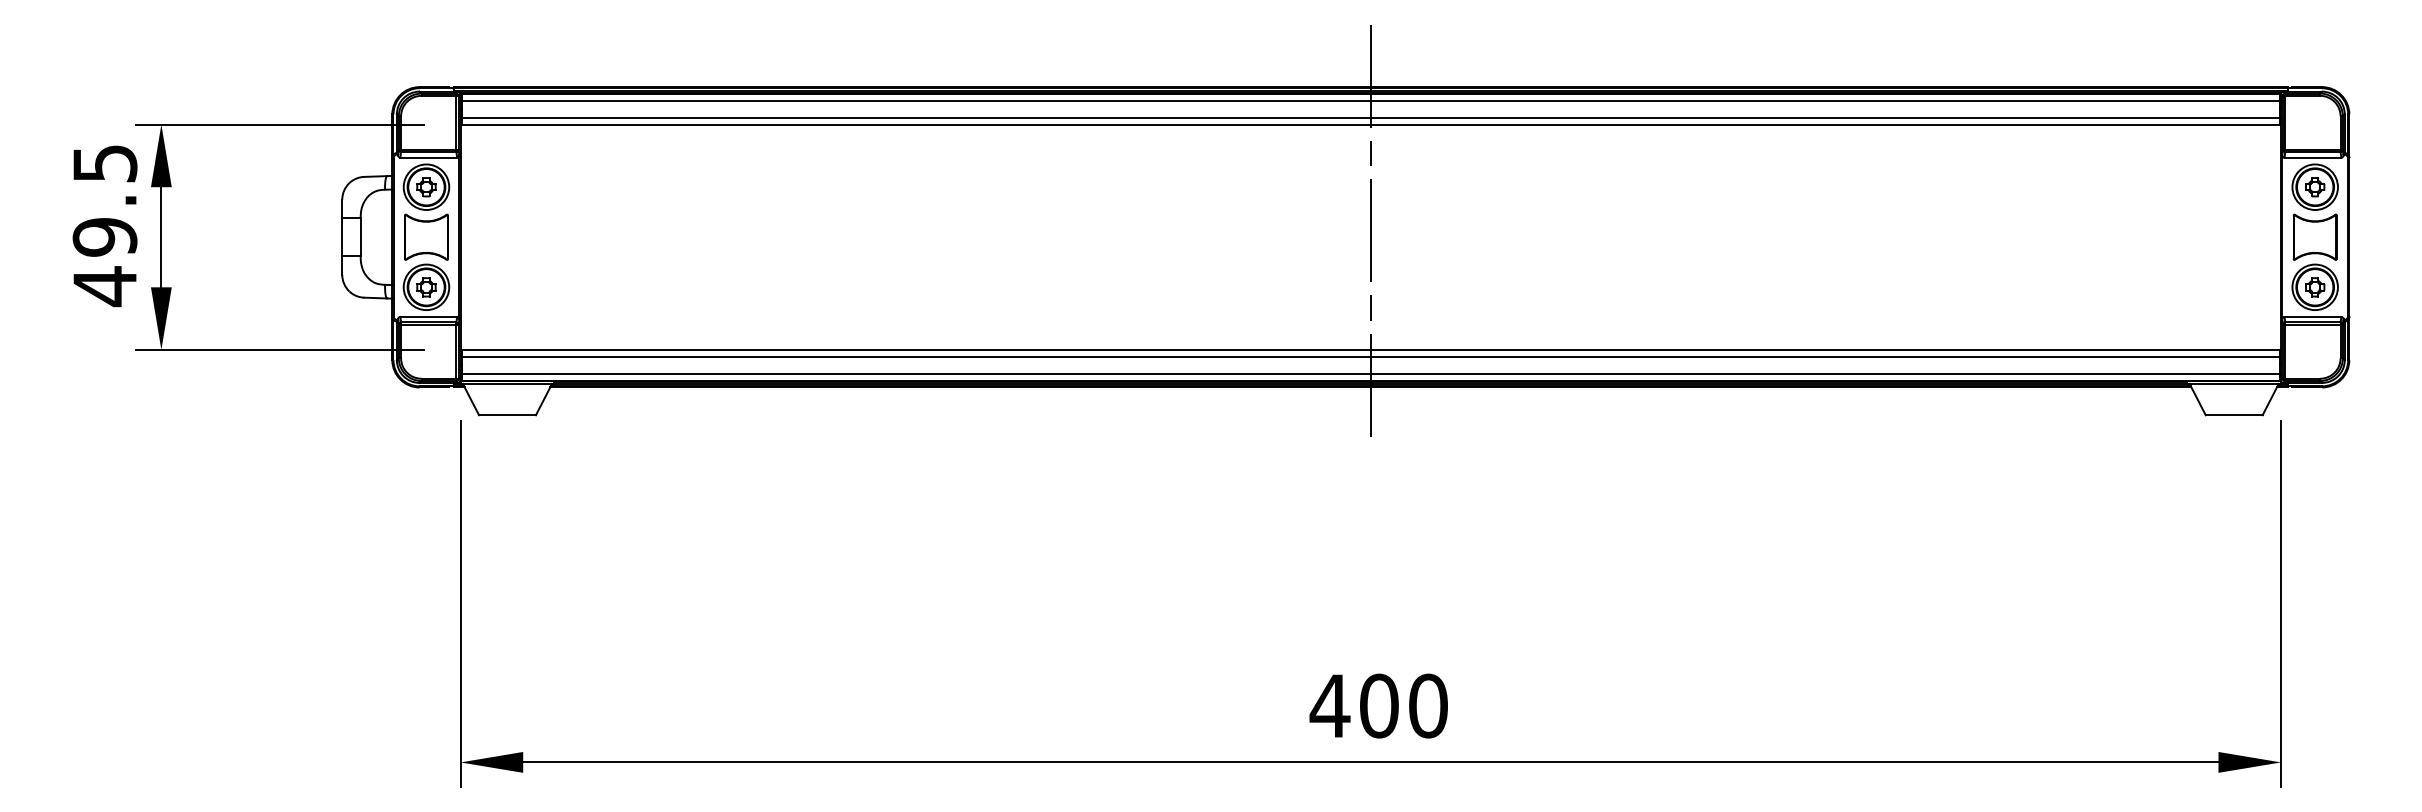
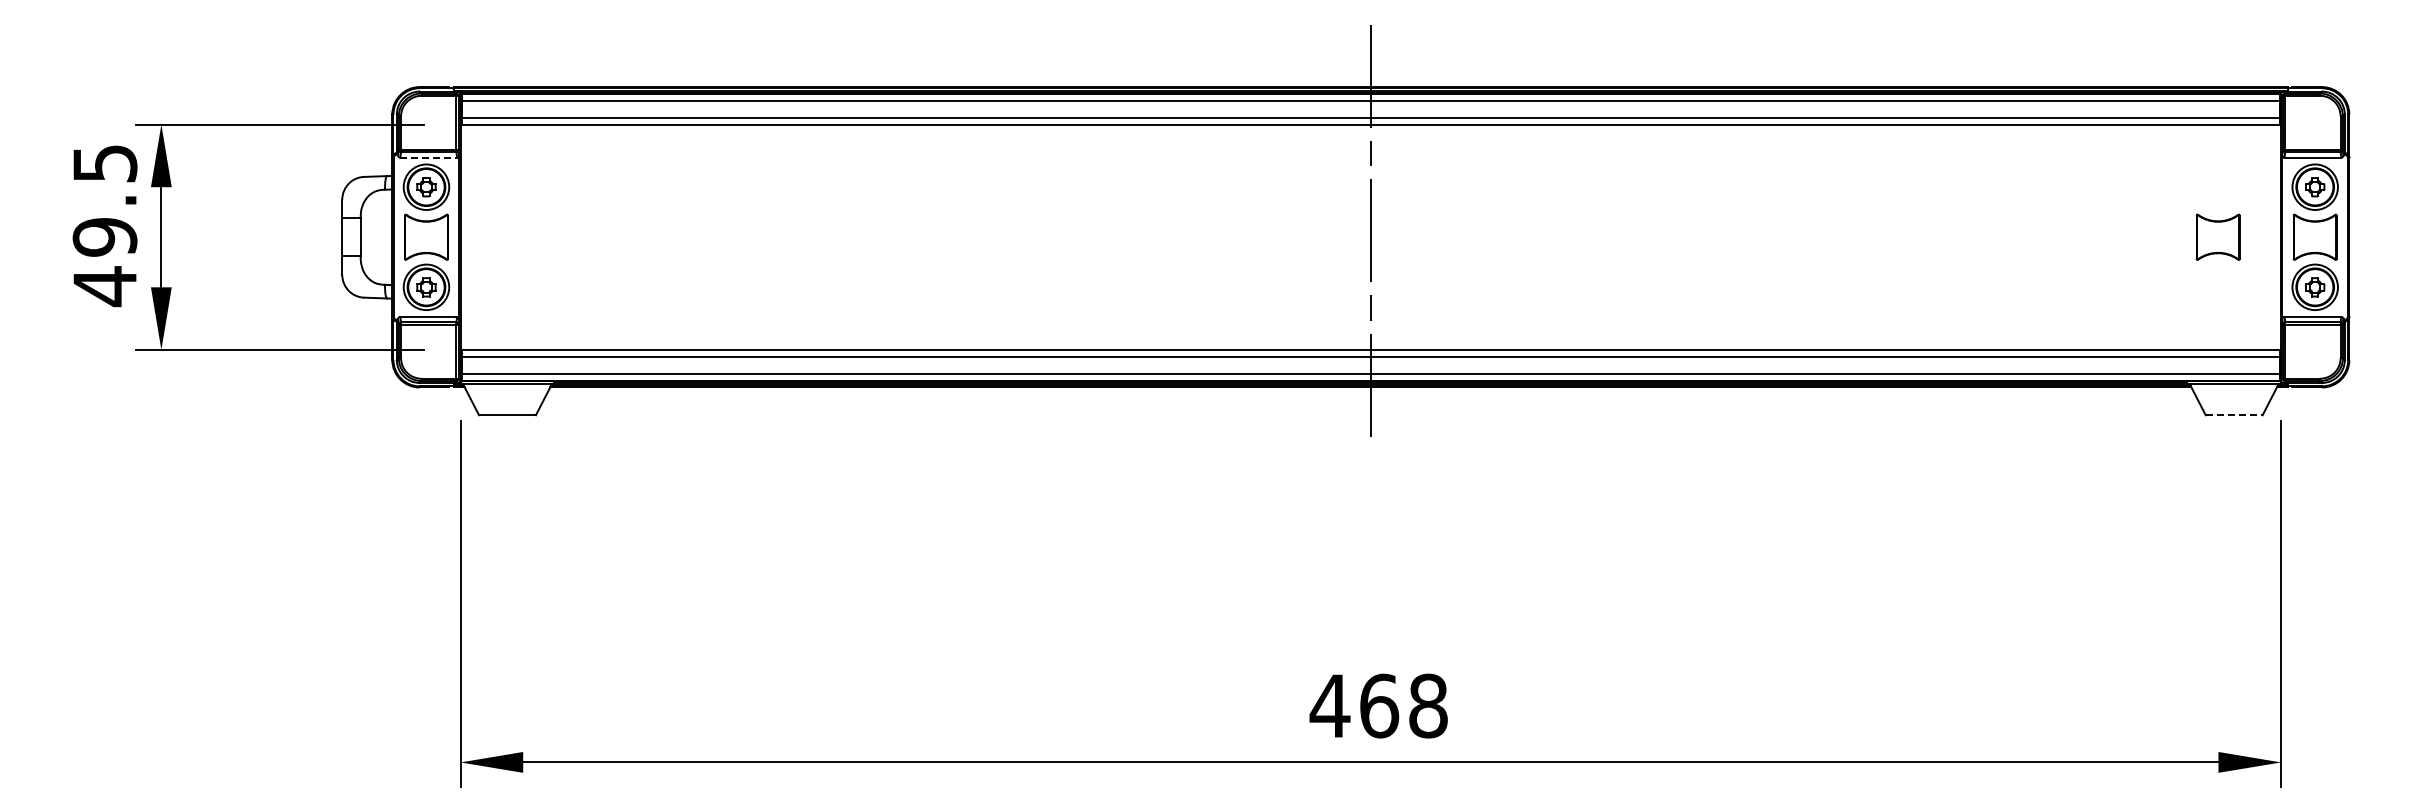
line at (429, 157): solid -> dashed
part at (2217, 236): none -> present
line at (2234, 415): solid -> dashed
text at (1403, 705): 400 -> 468
